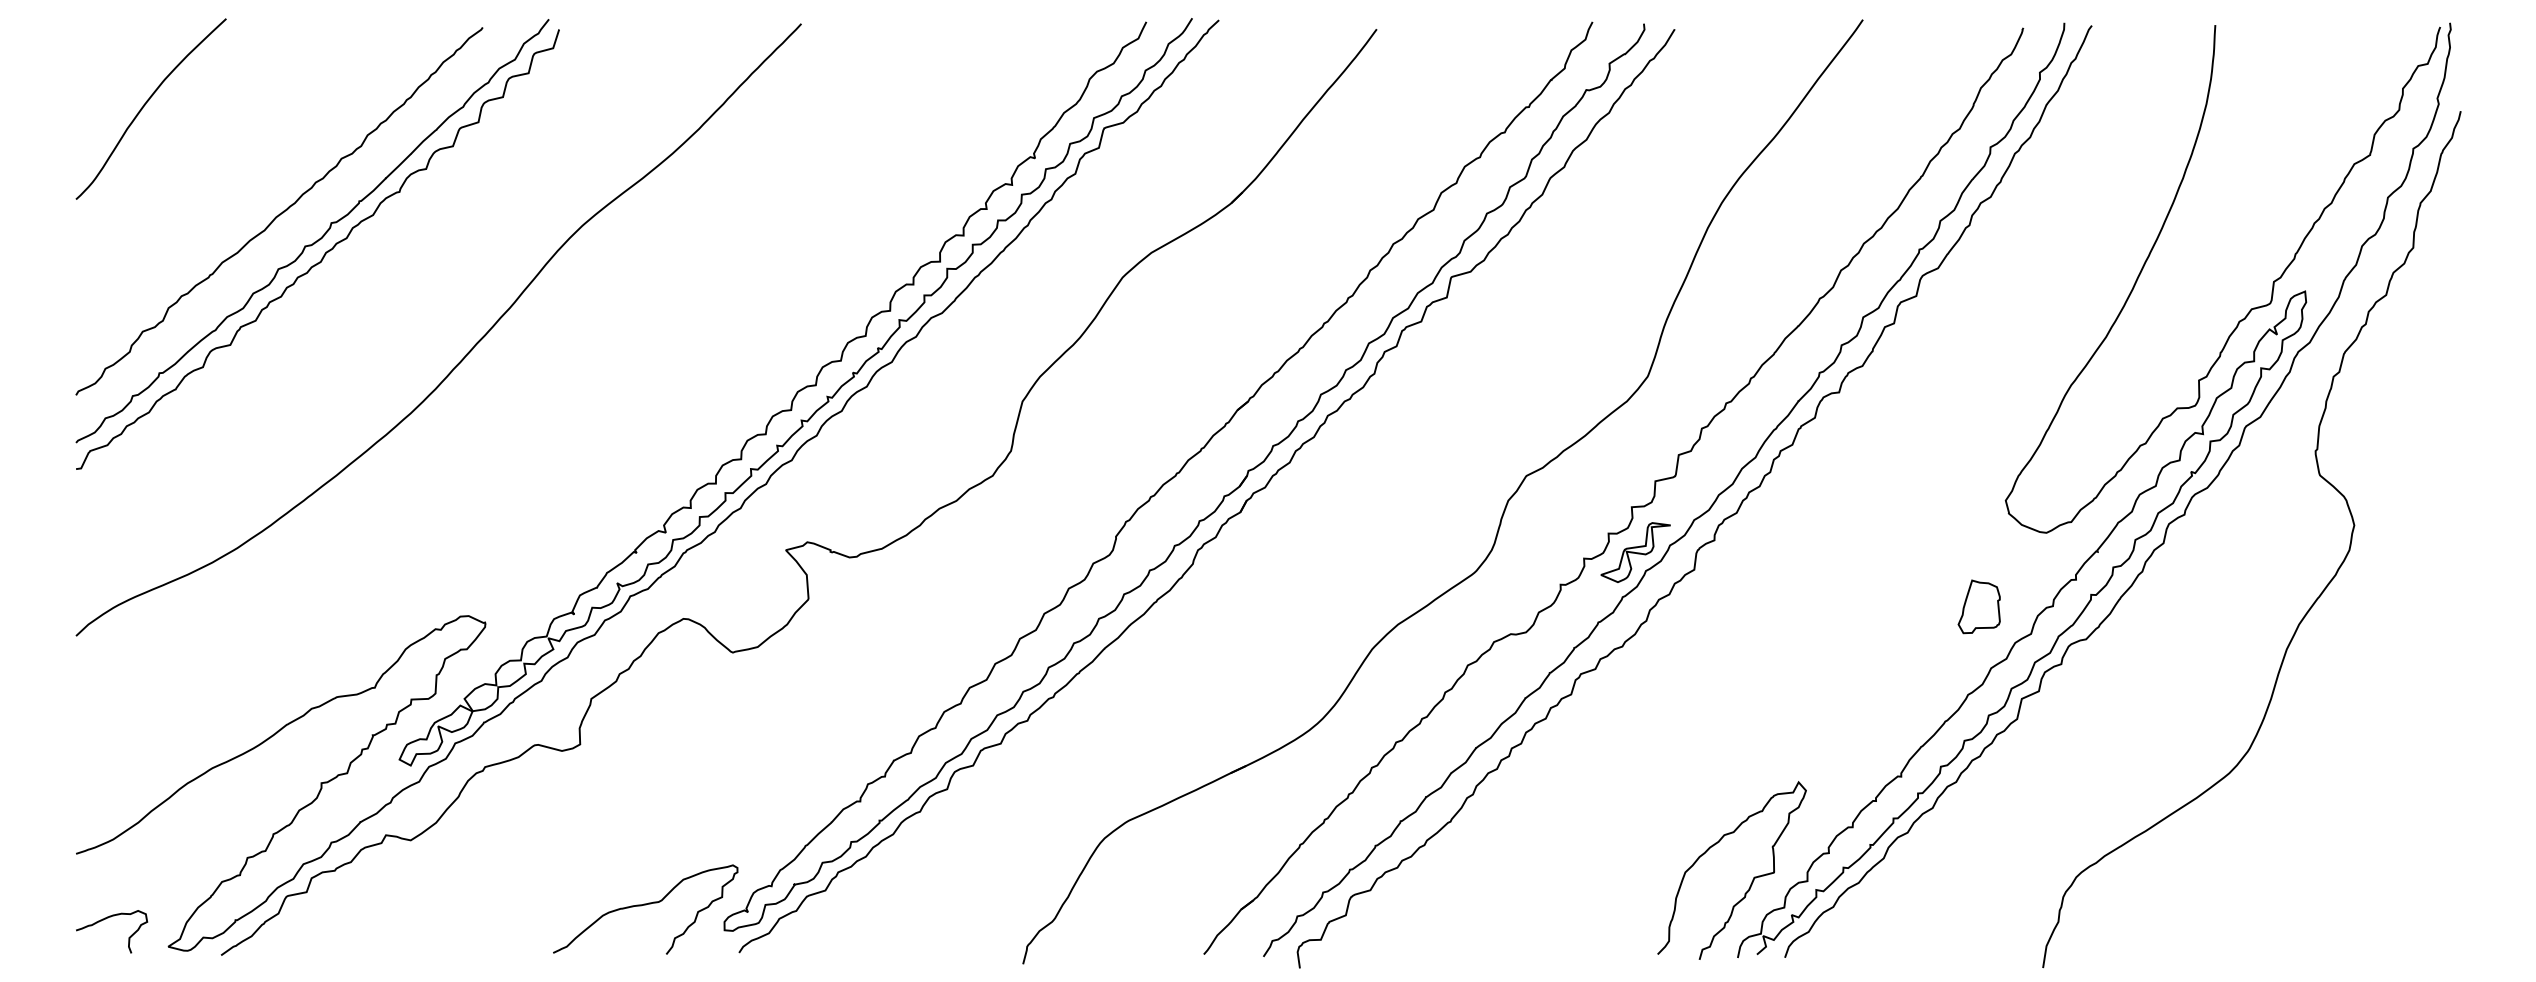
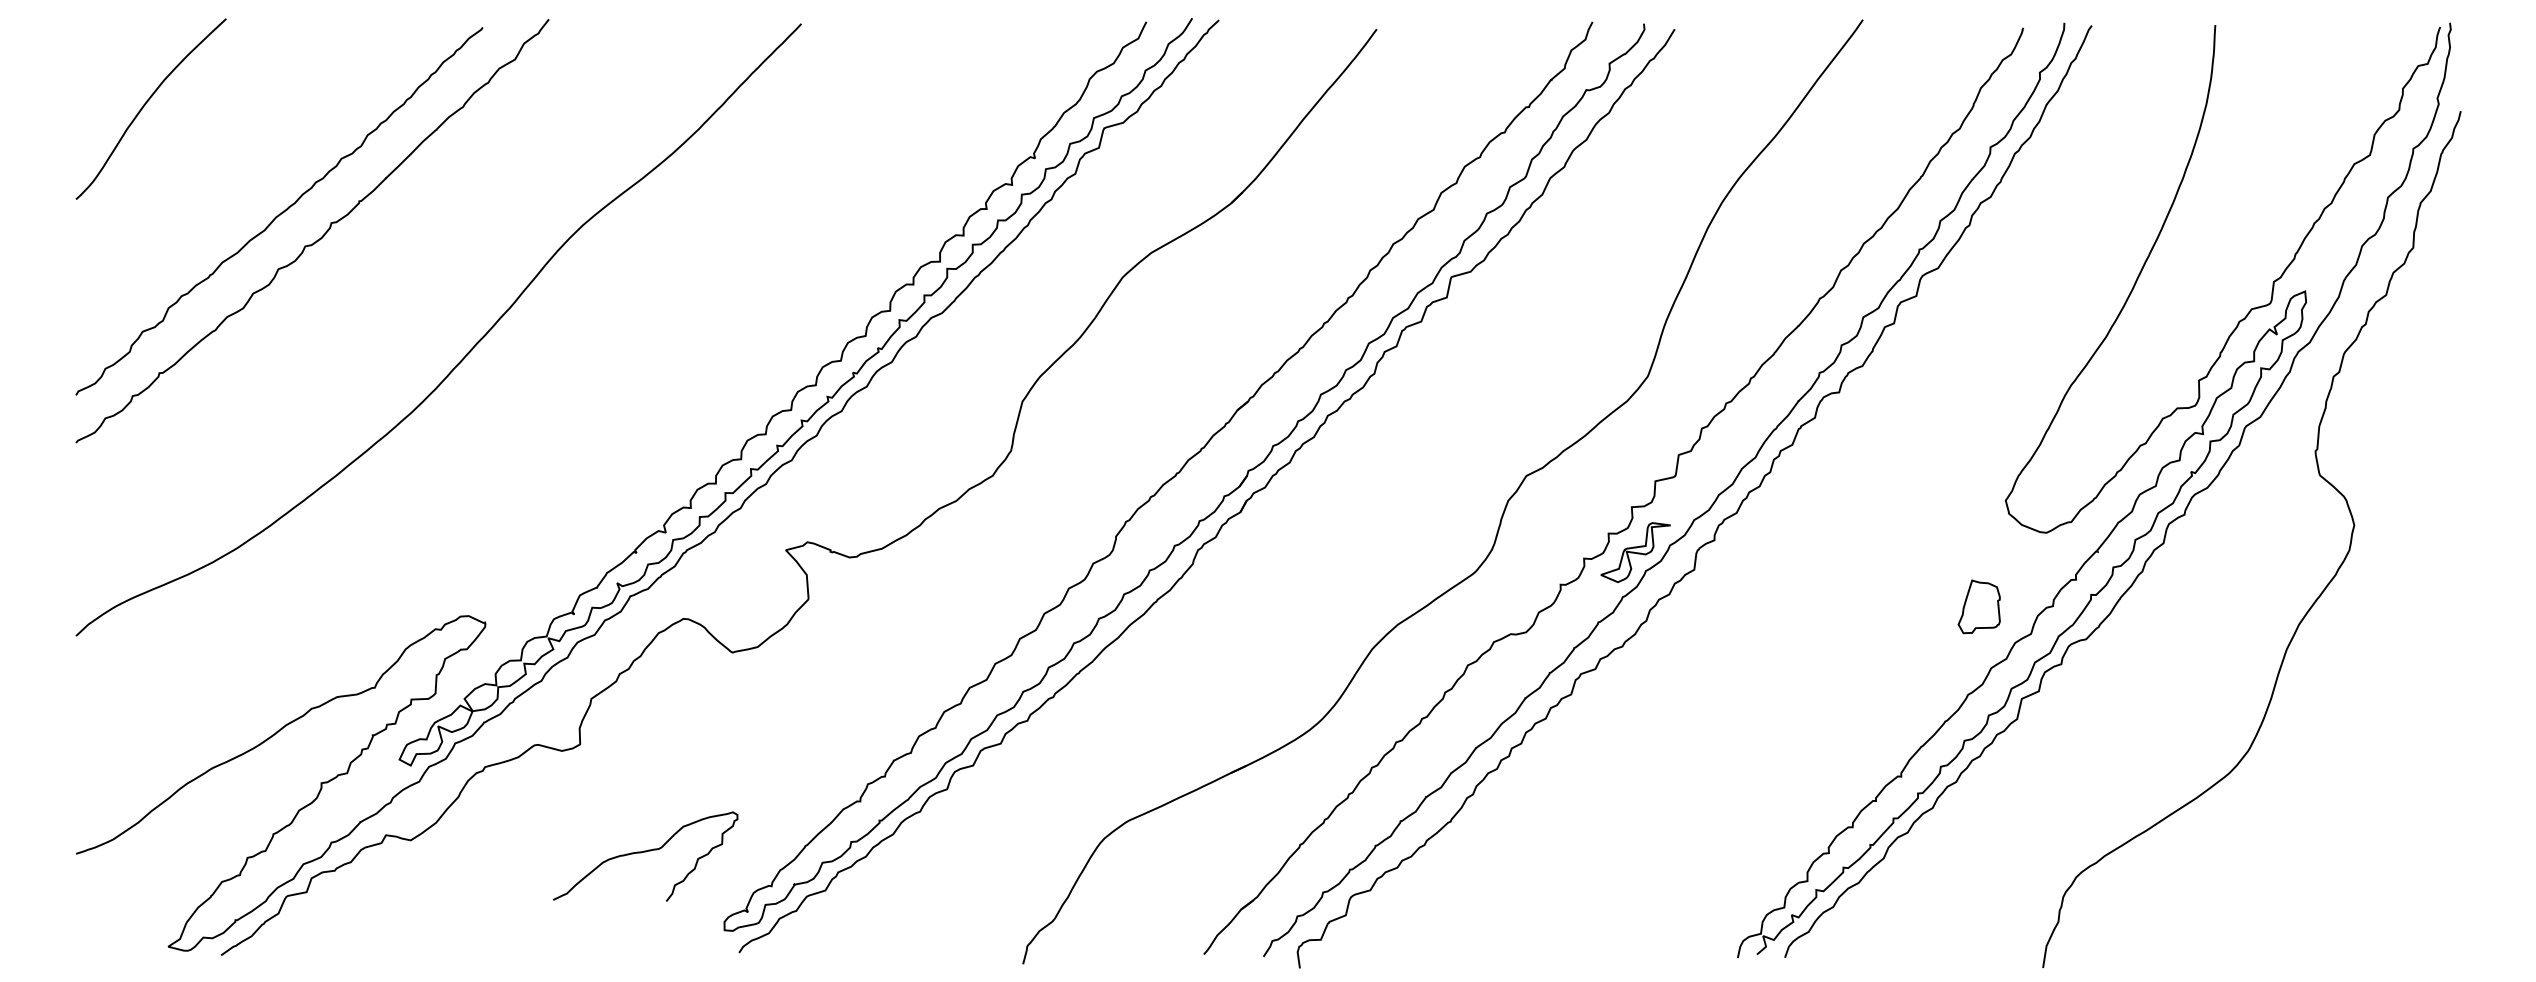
curve at (324, 253): present -> none
curve at (1751, 881): present -> none
curve at (645, 905) position: (645, 905) -> (645, 852)
curve at (108, 918): present -> none
